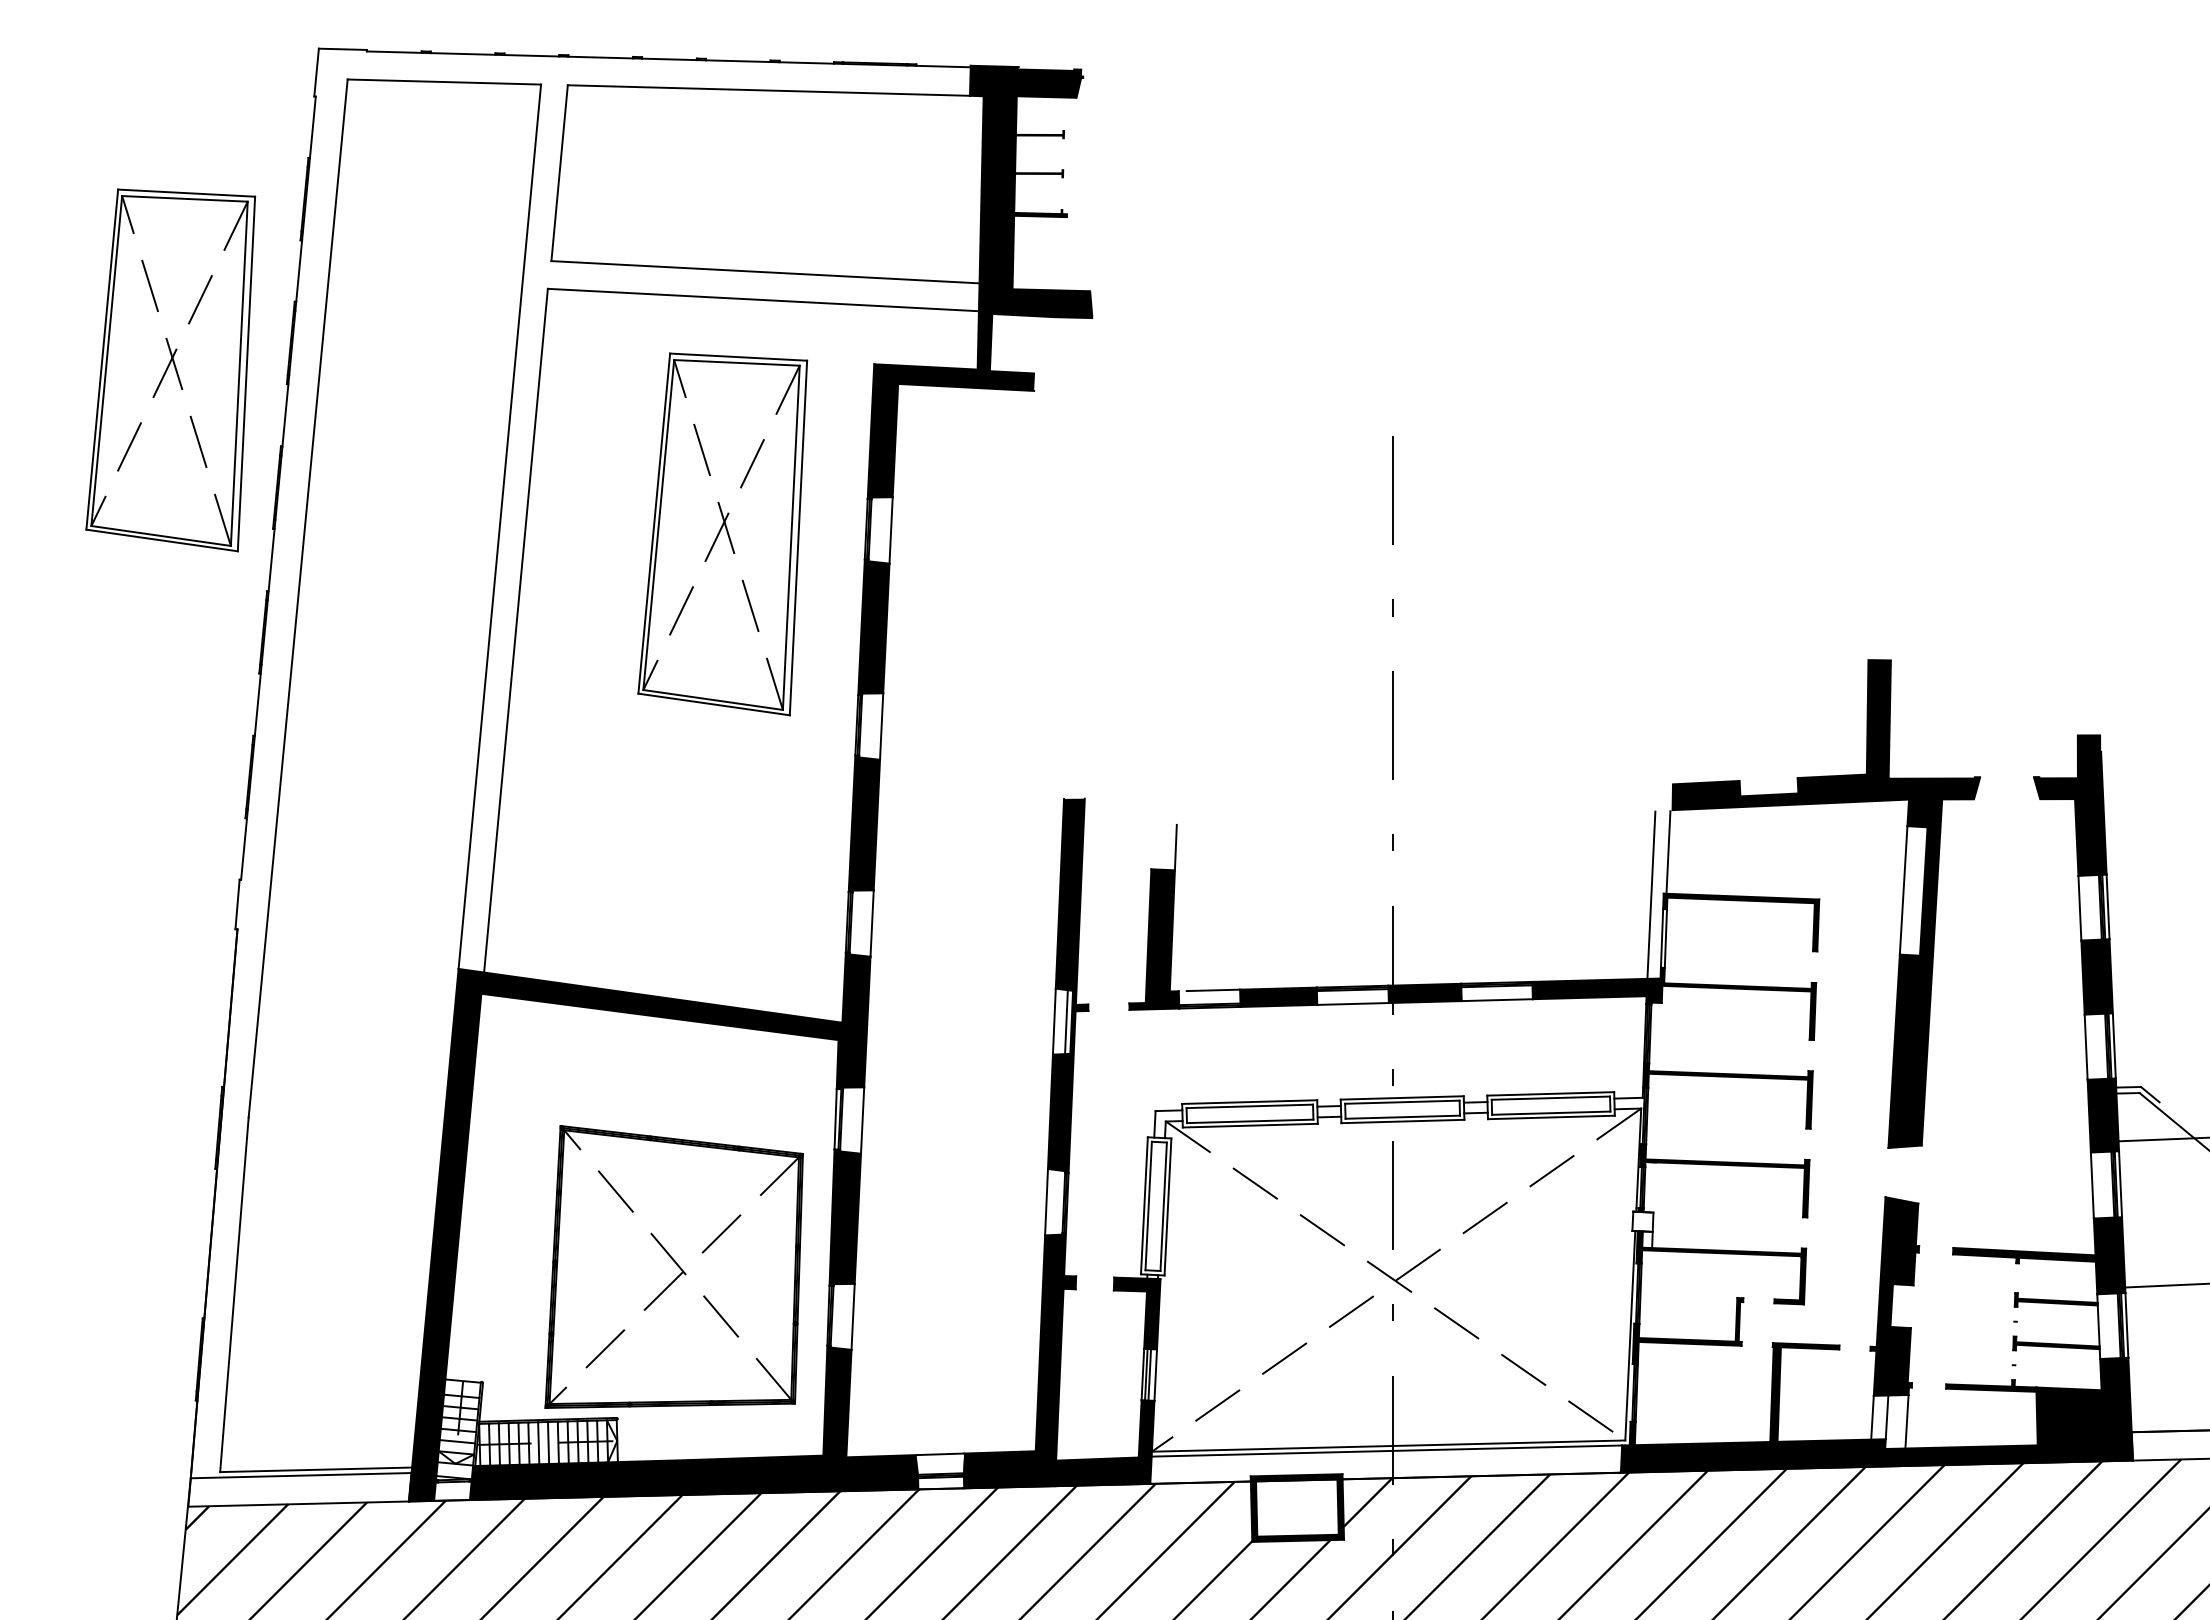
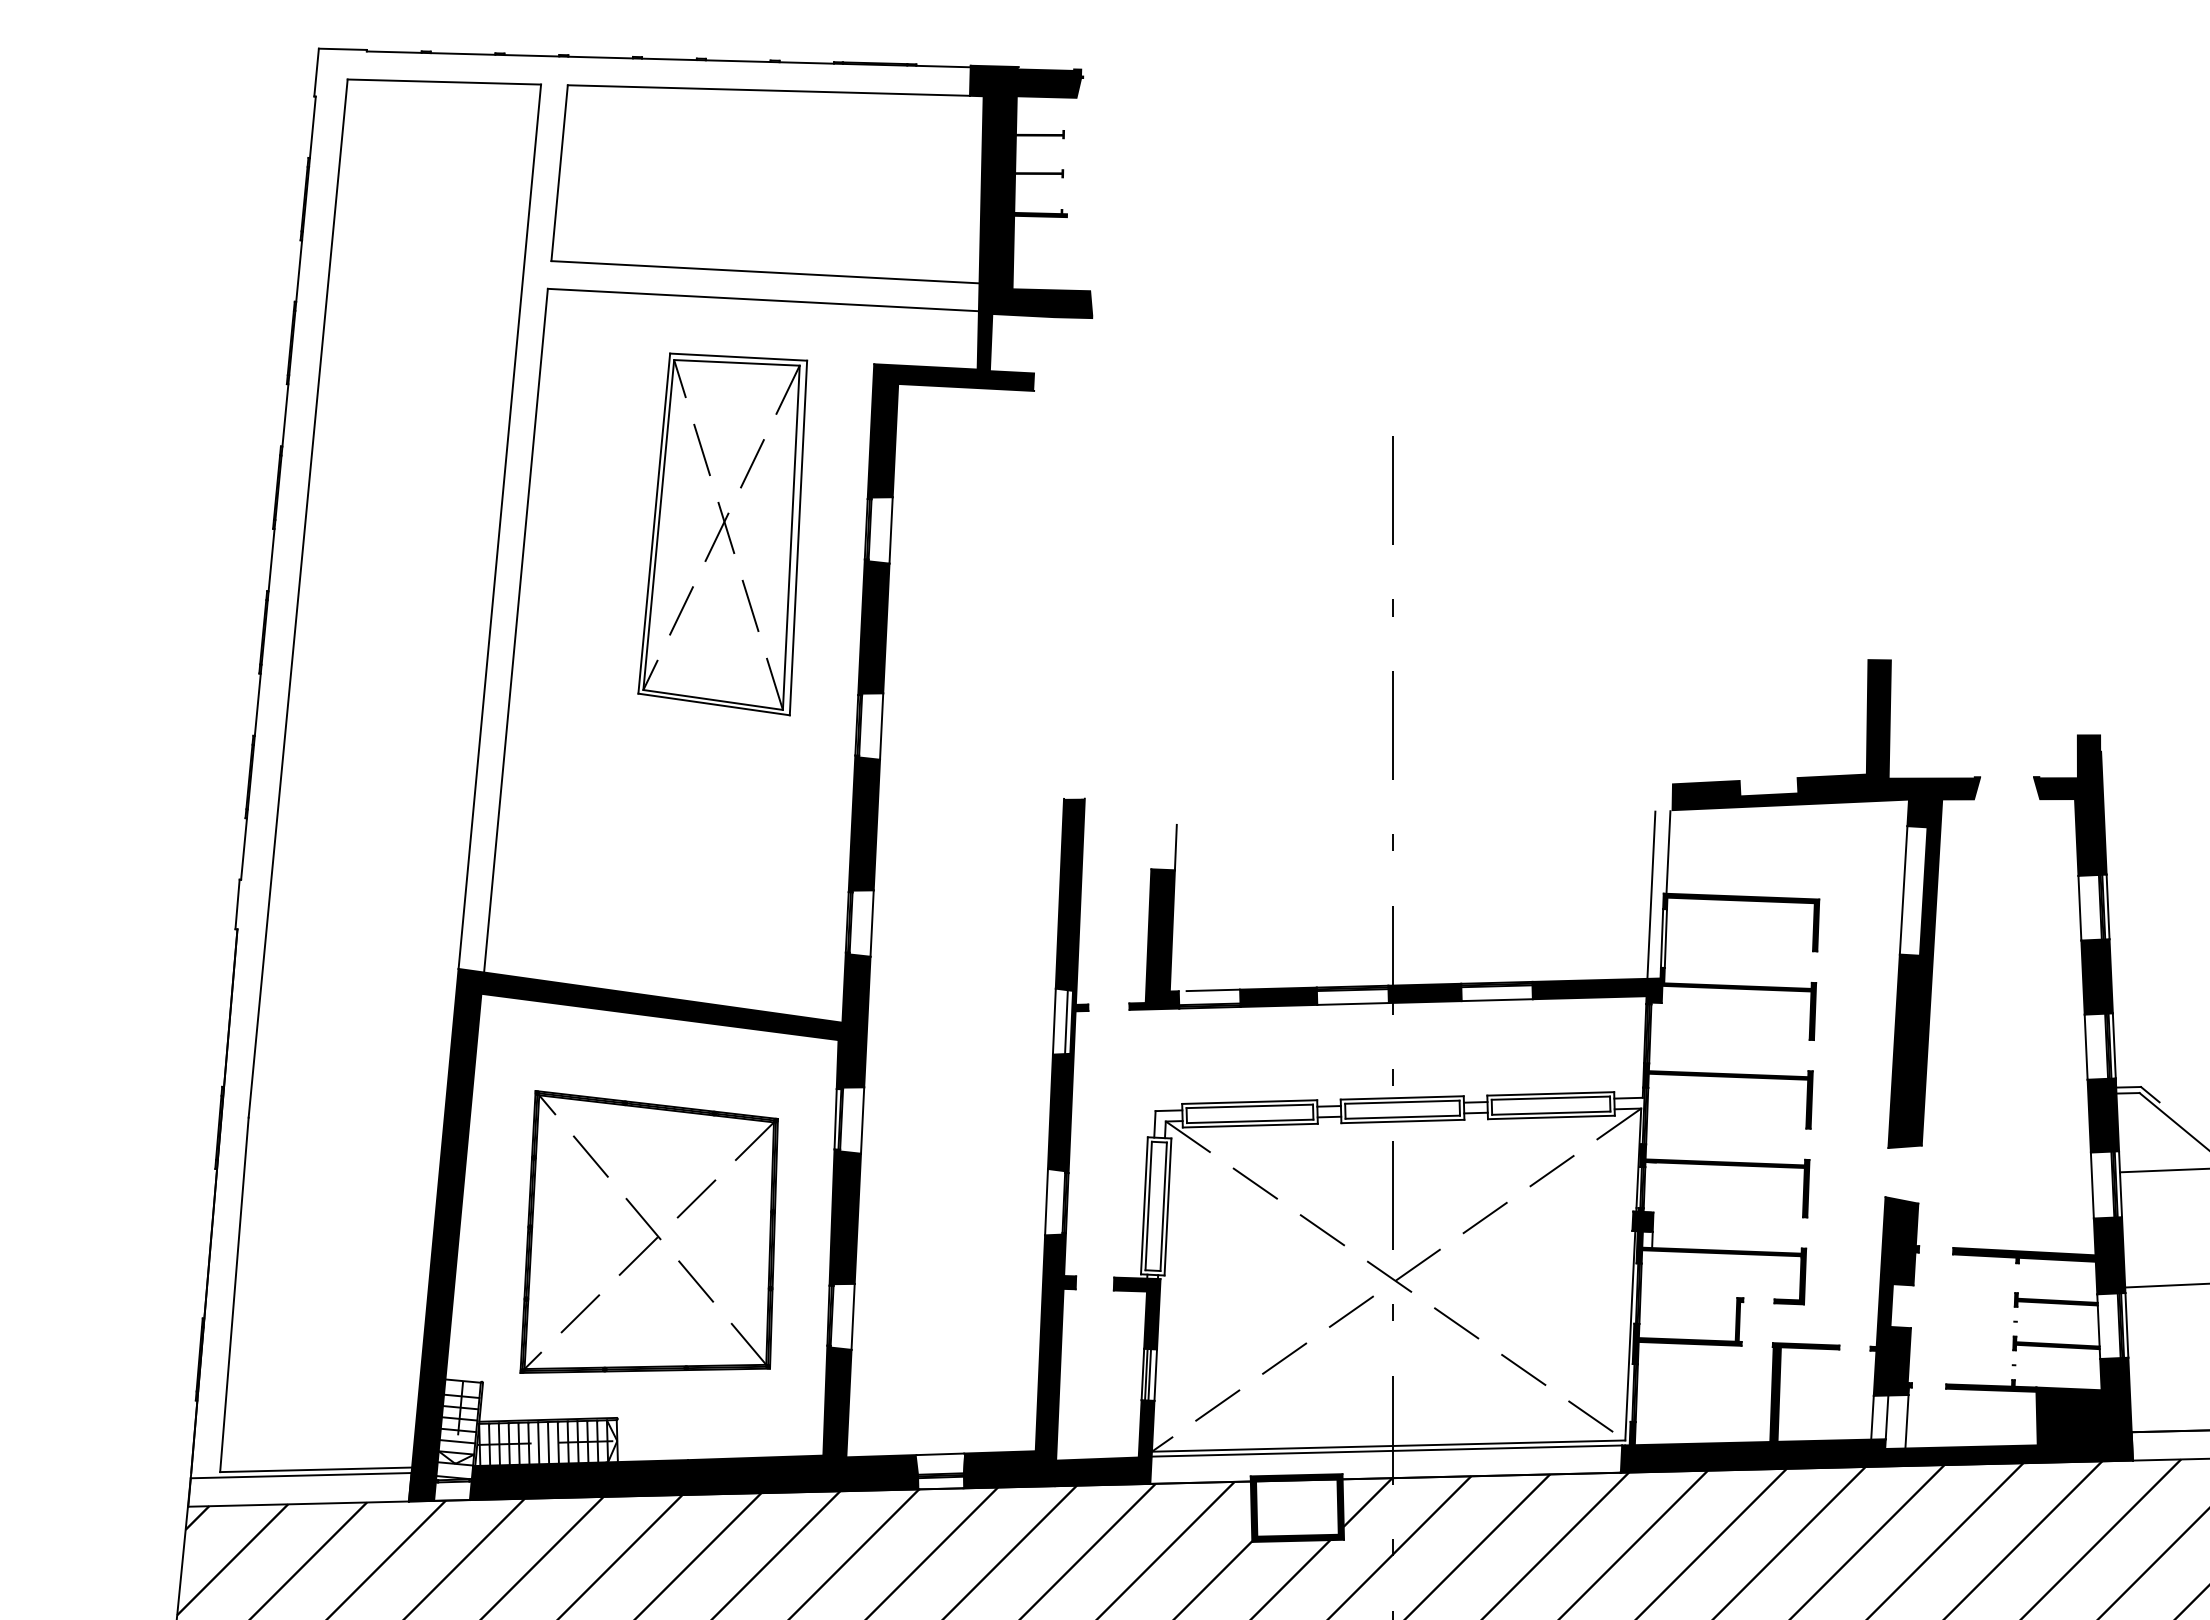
part at (170, 370): present -> none
line at (2162, 1139) position: (2162, 1139) -> (2162, 1170)
fill at (1642, 1221): none -> present
part at (673, 1266) position: (673, 1266) -> (648, 1231)
